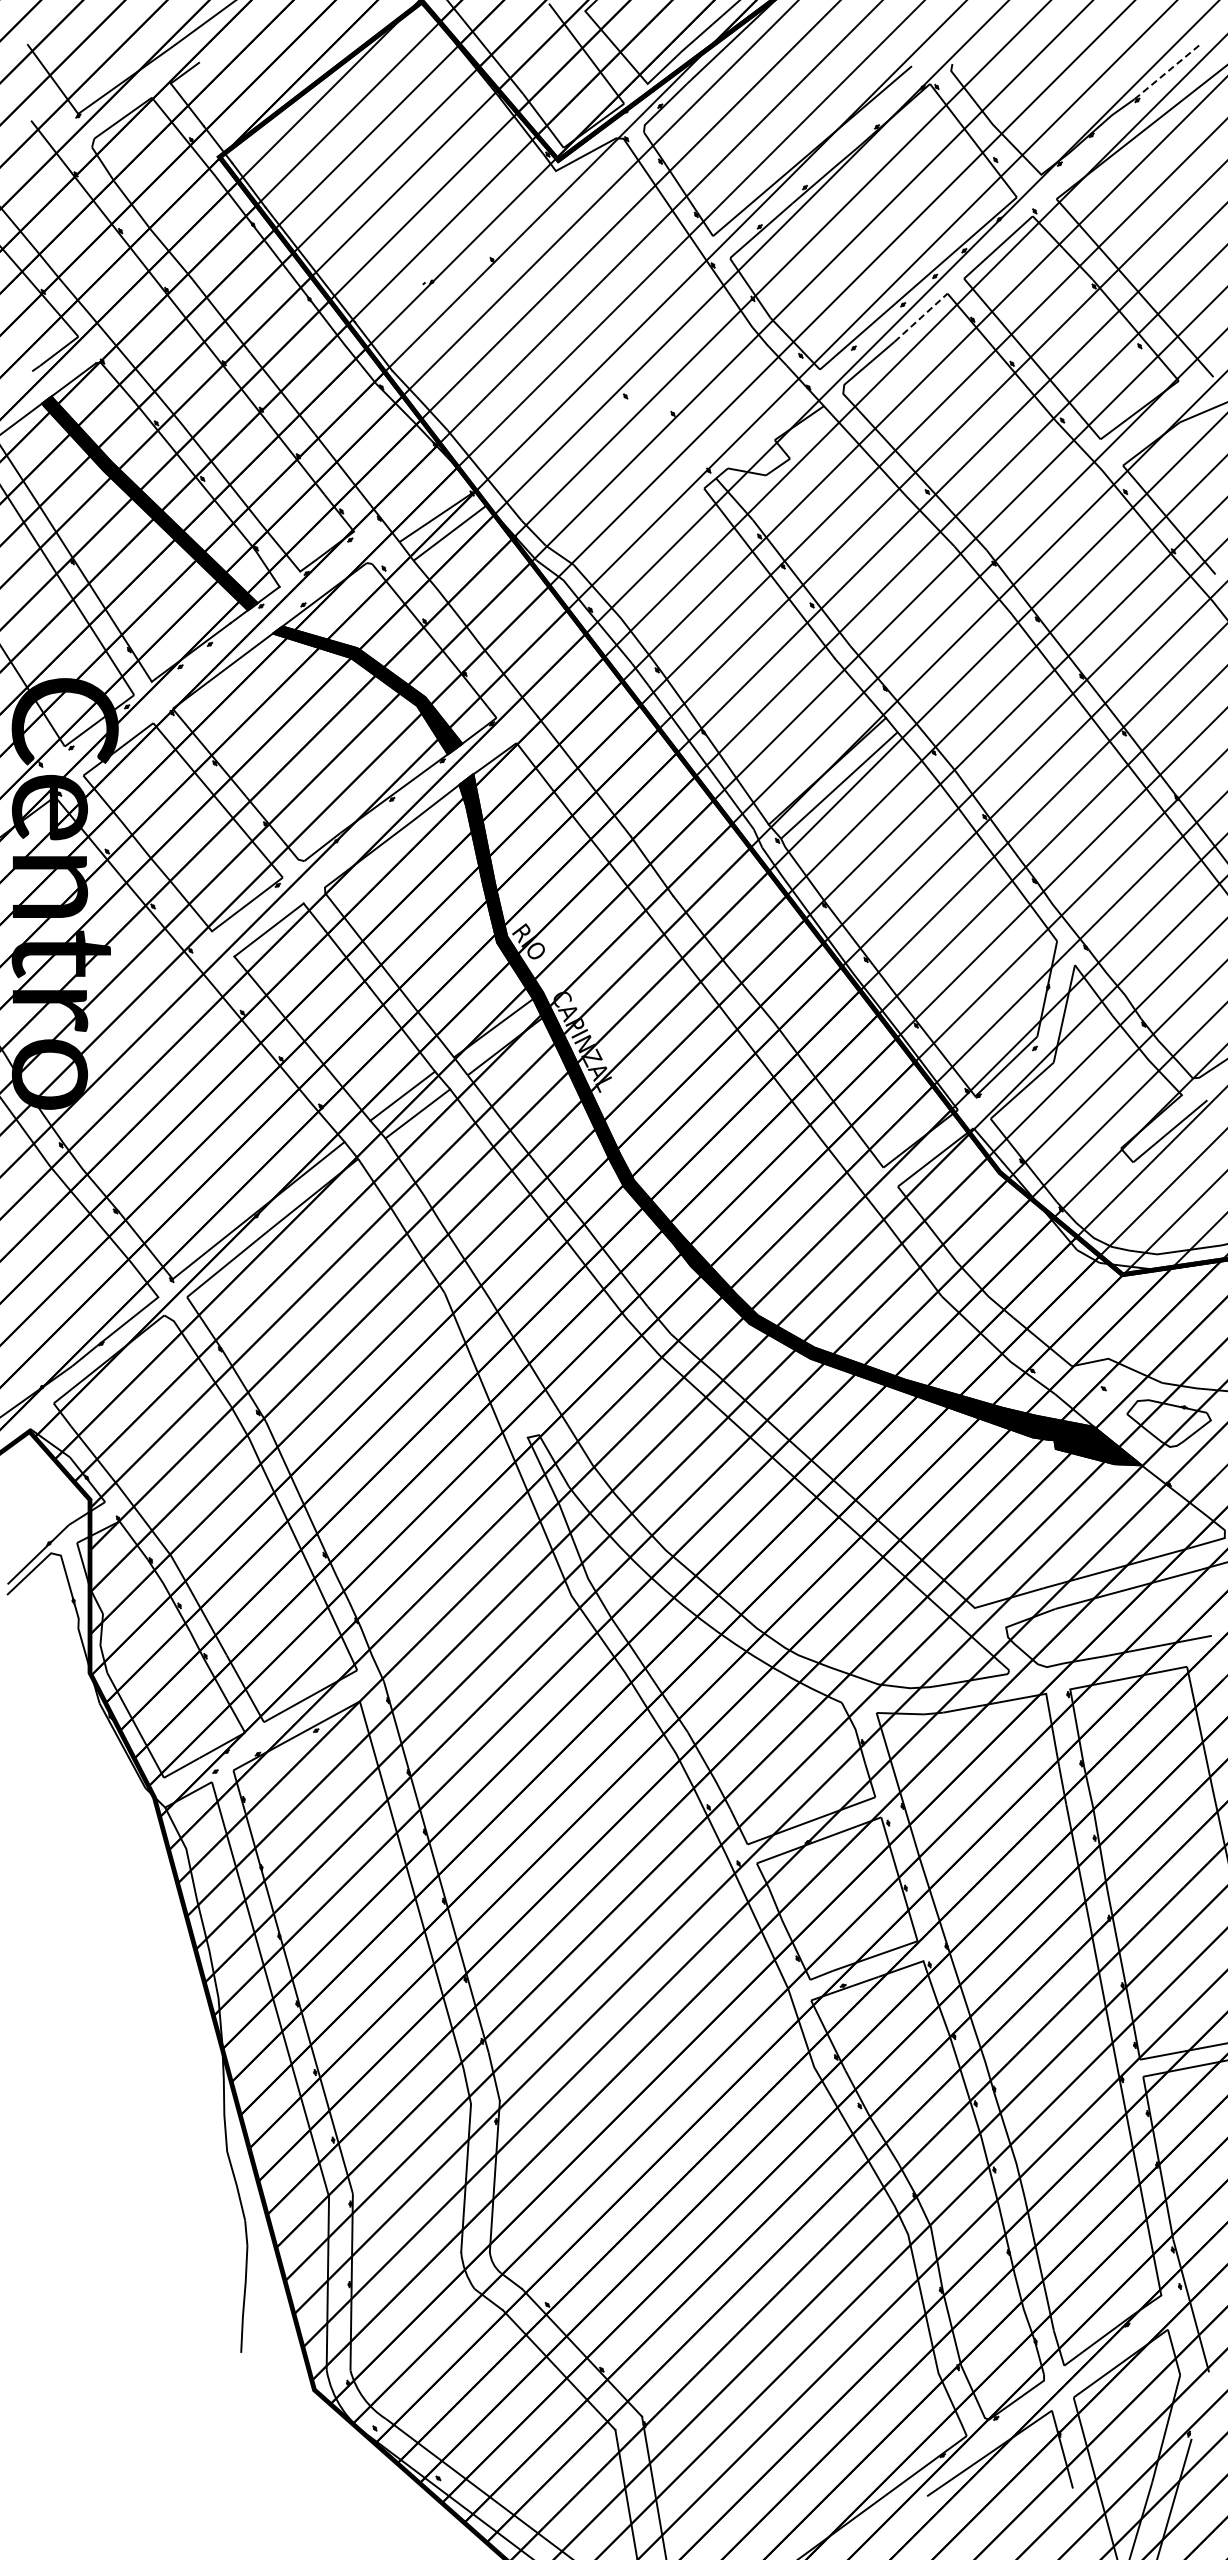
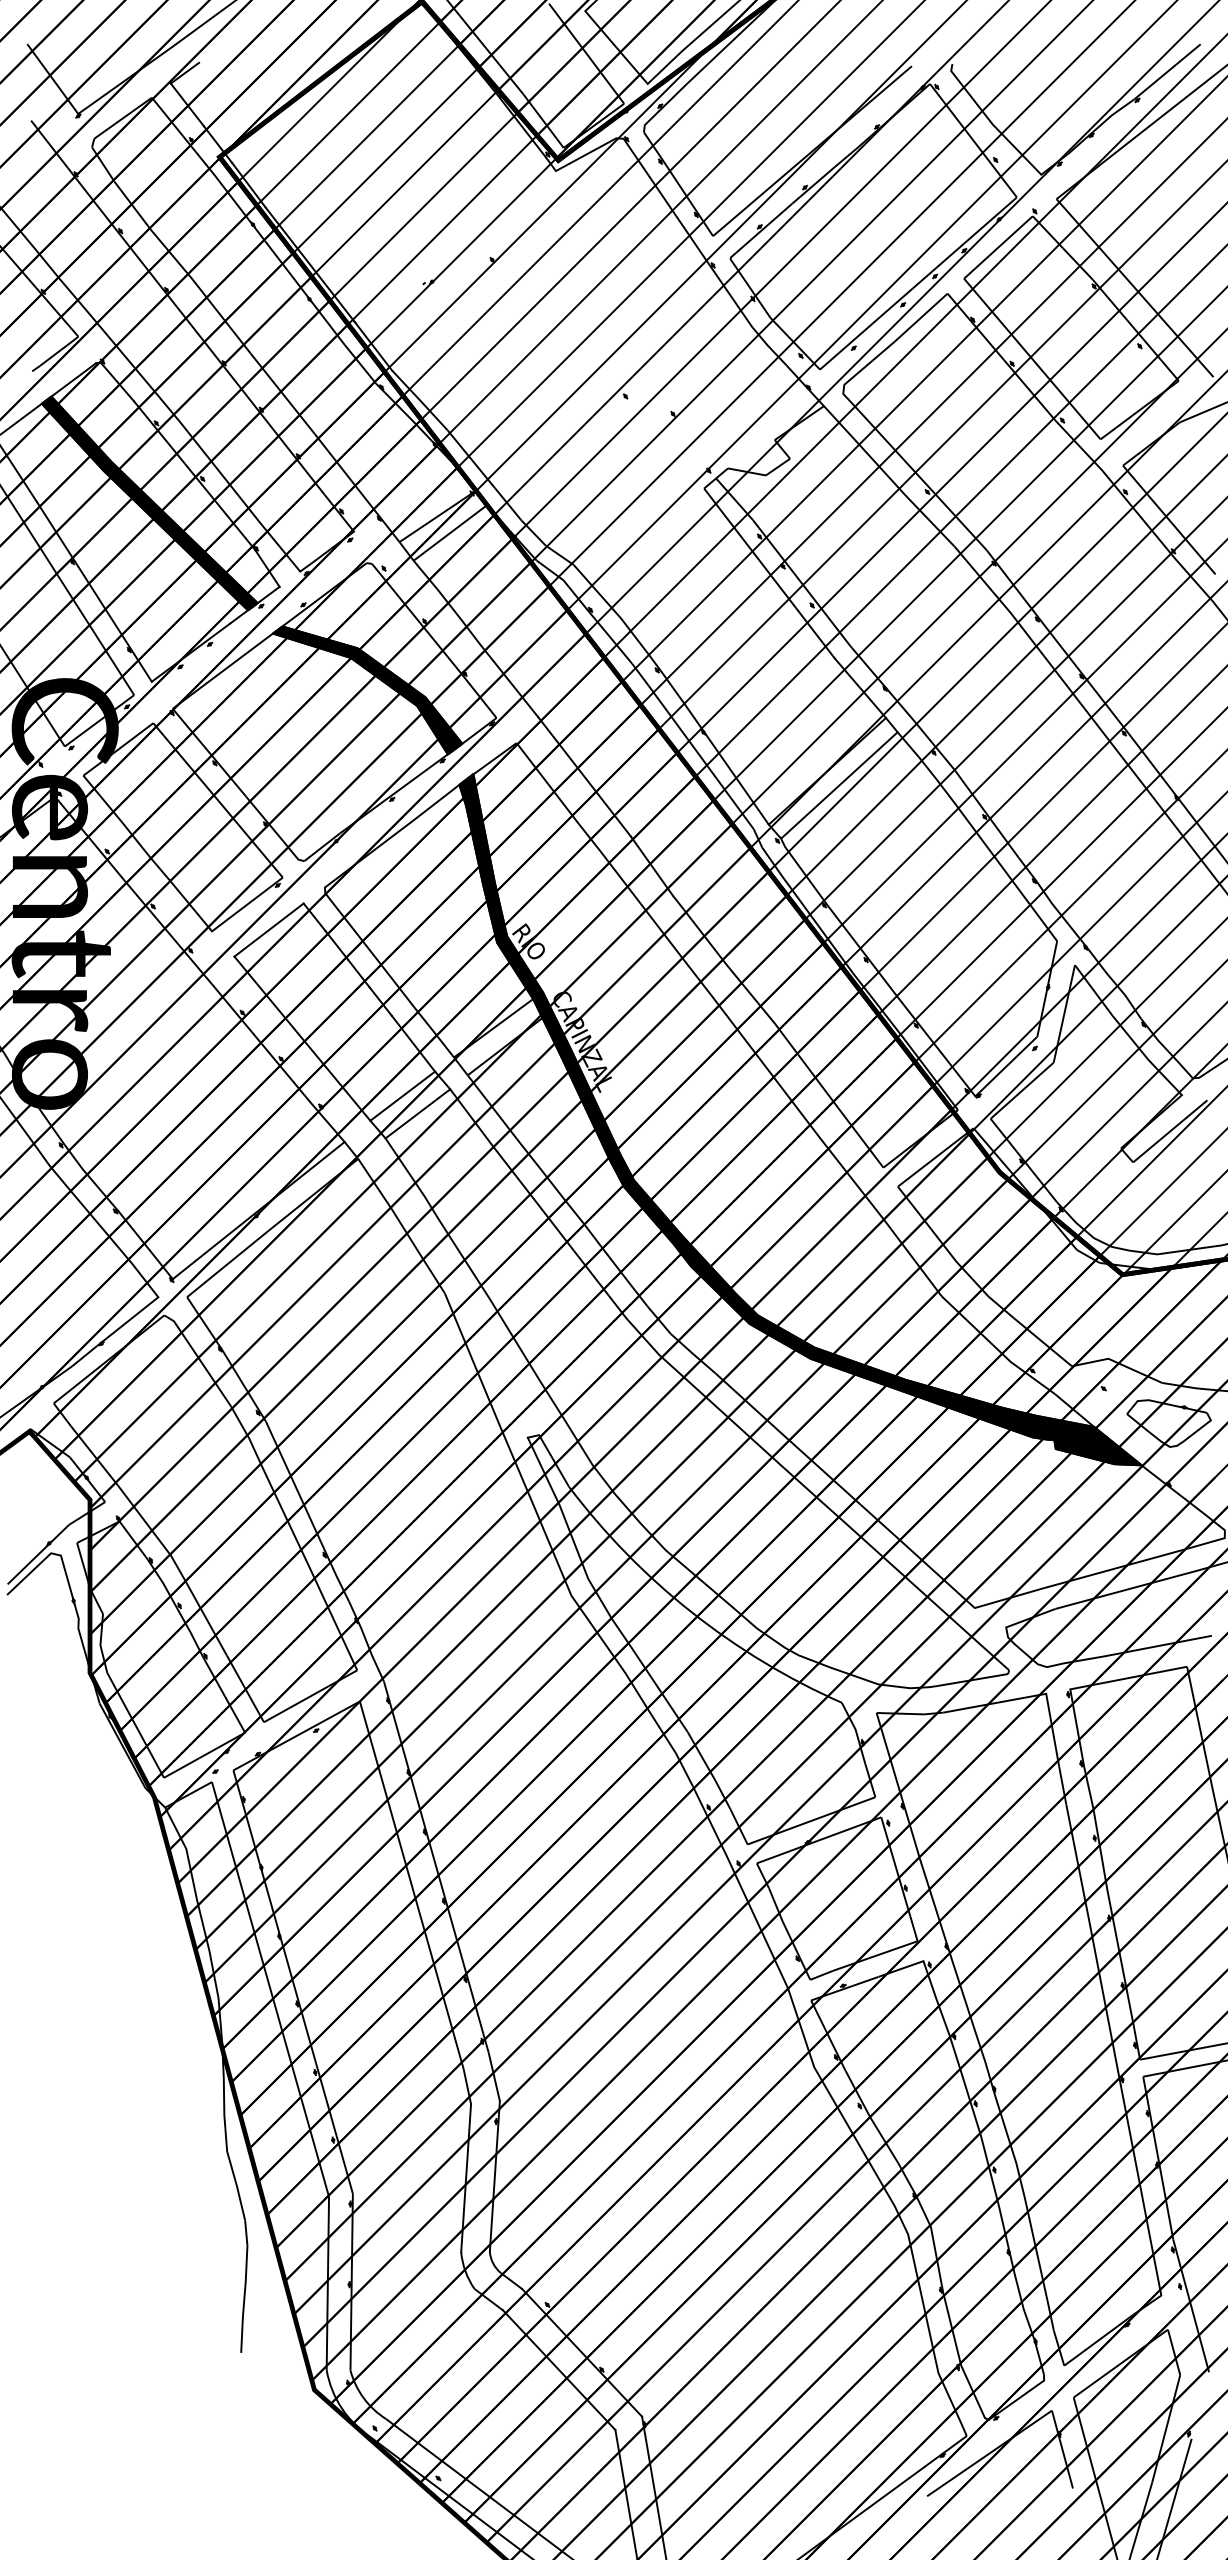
line at (1167, 71): dashed -> solid
line at (921, 317): dashed -> solid
